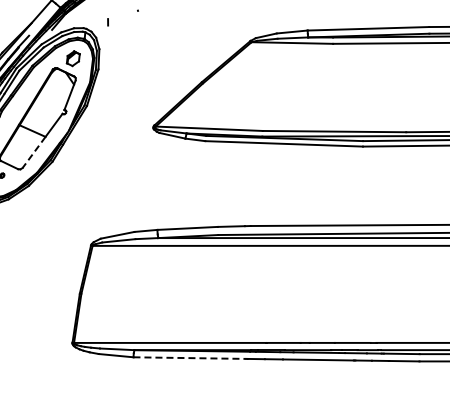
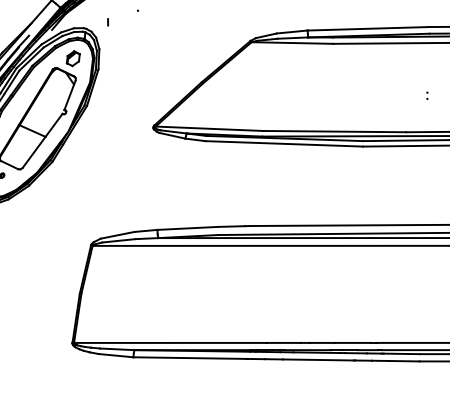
part at (427, 95): none -> present
line at (33, 152): dashed -> solid
line at (190, 358): dashed -> solid
